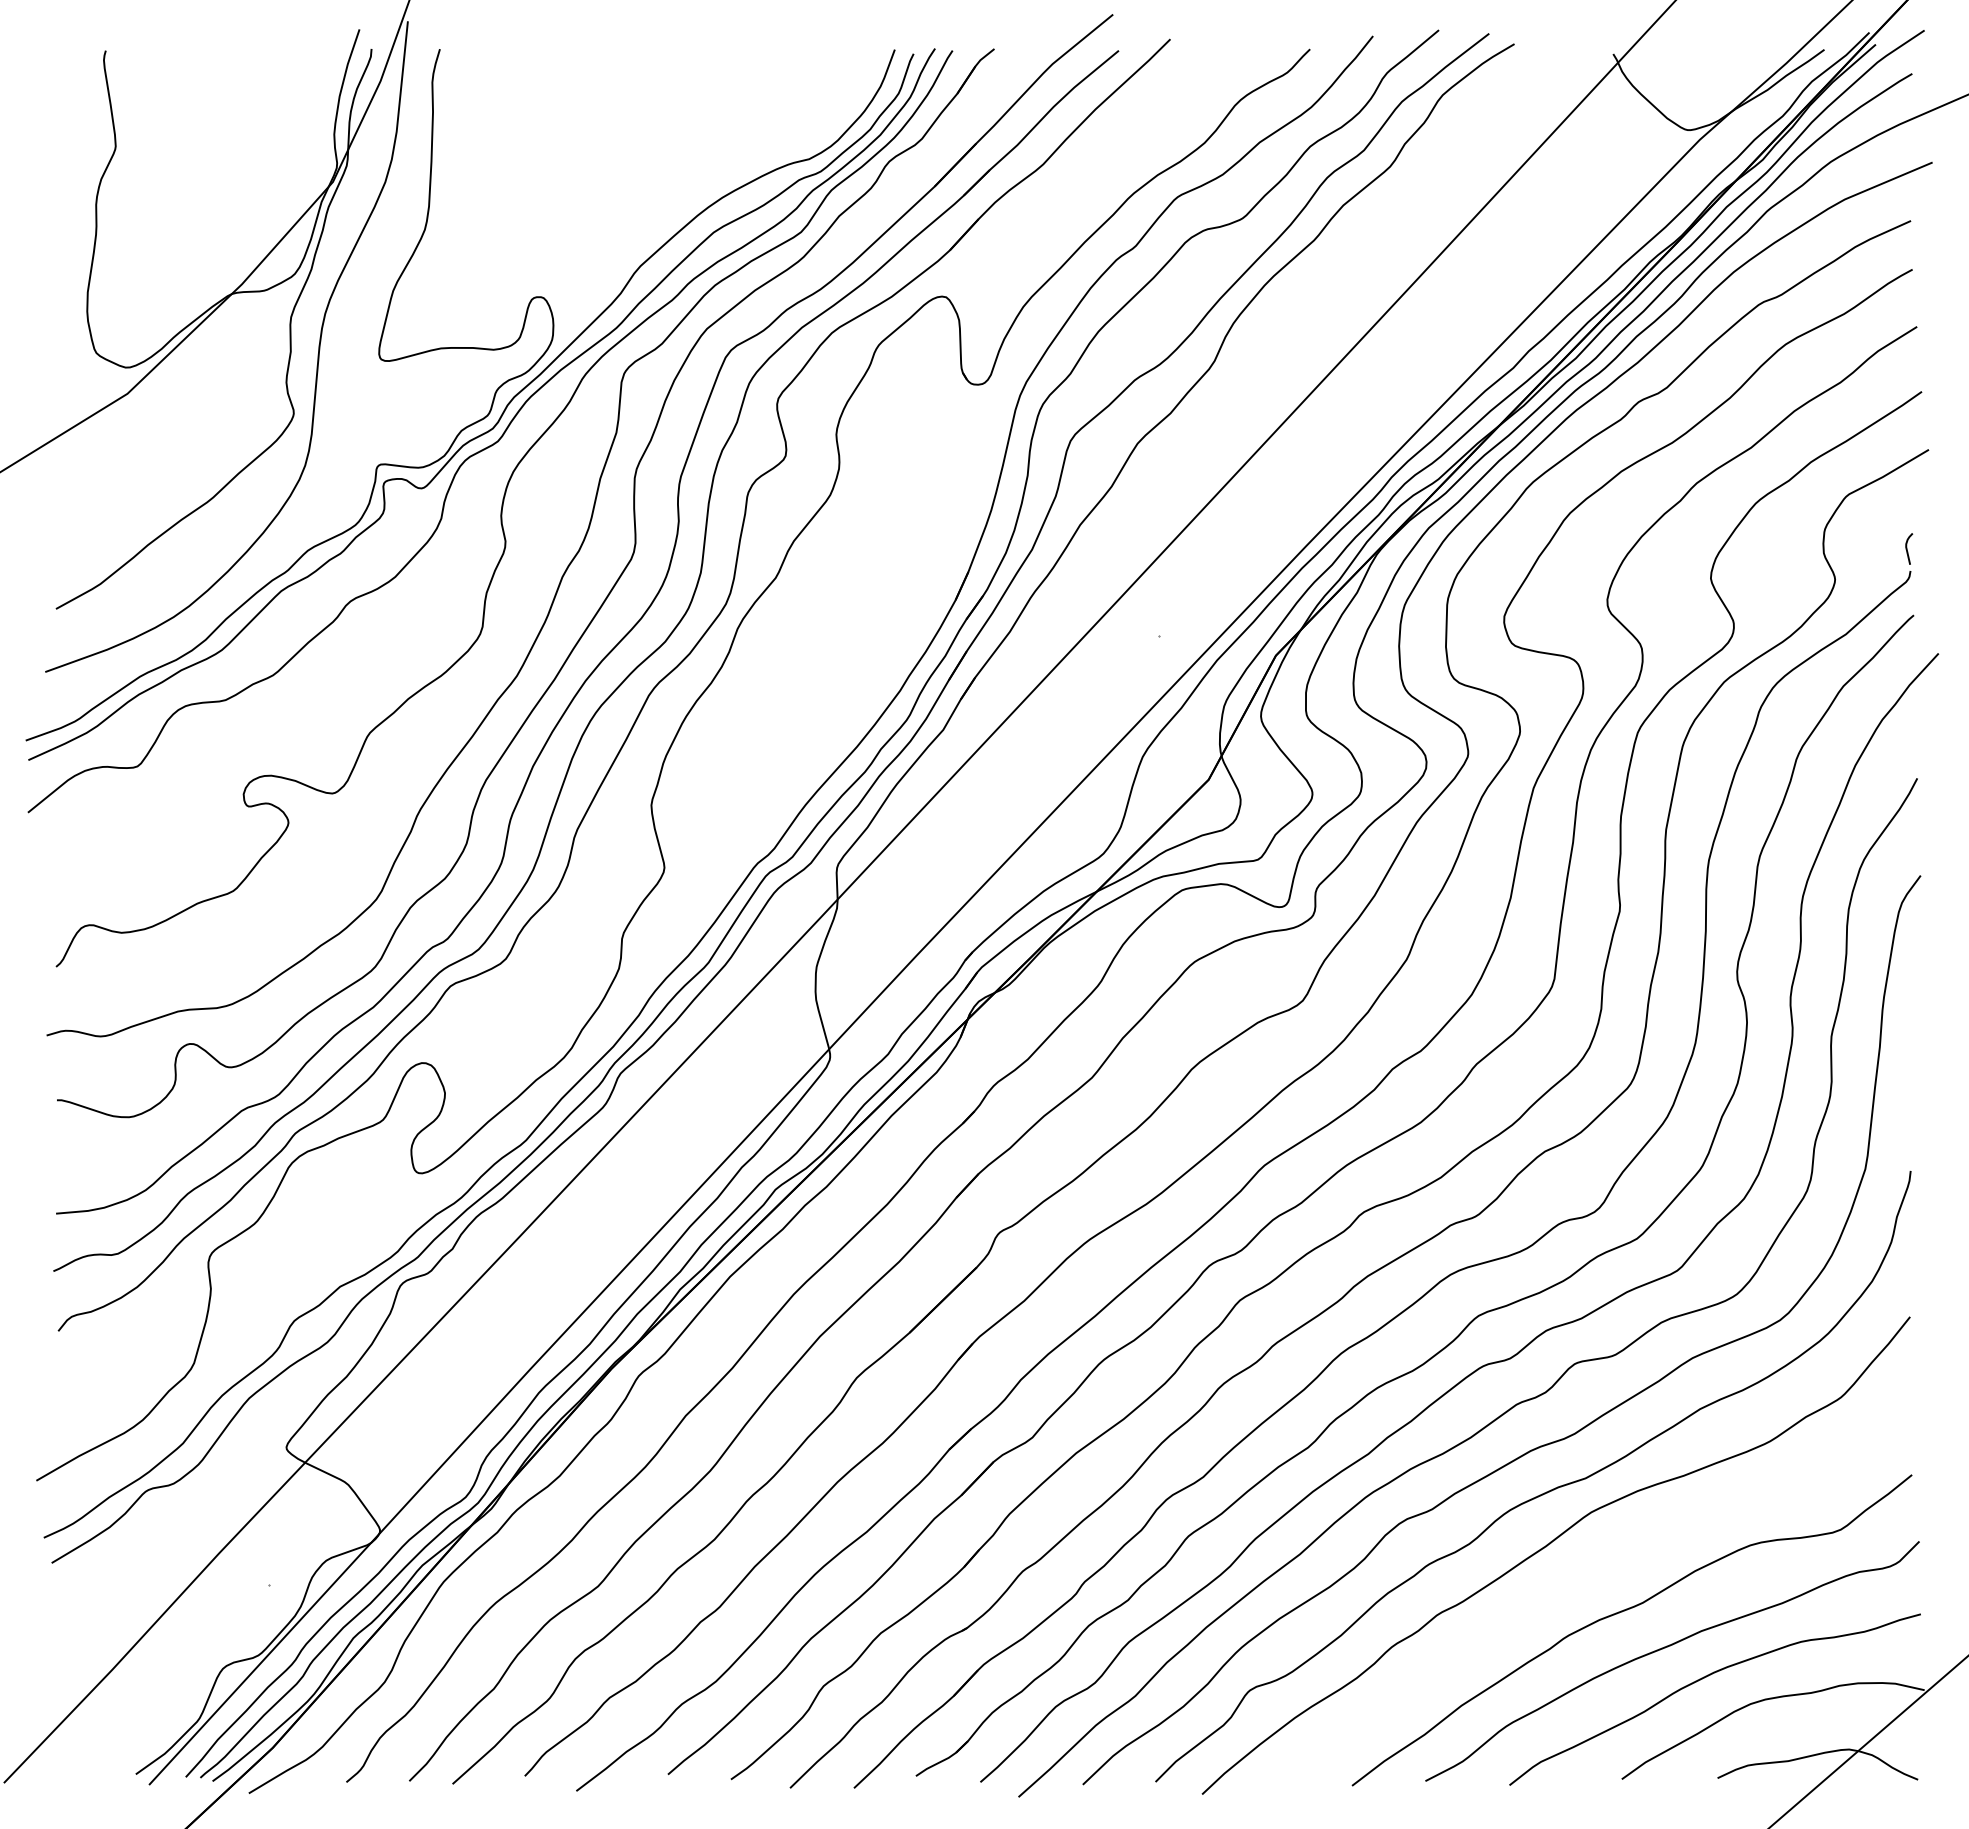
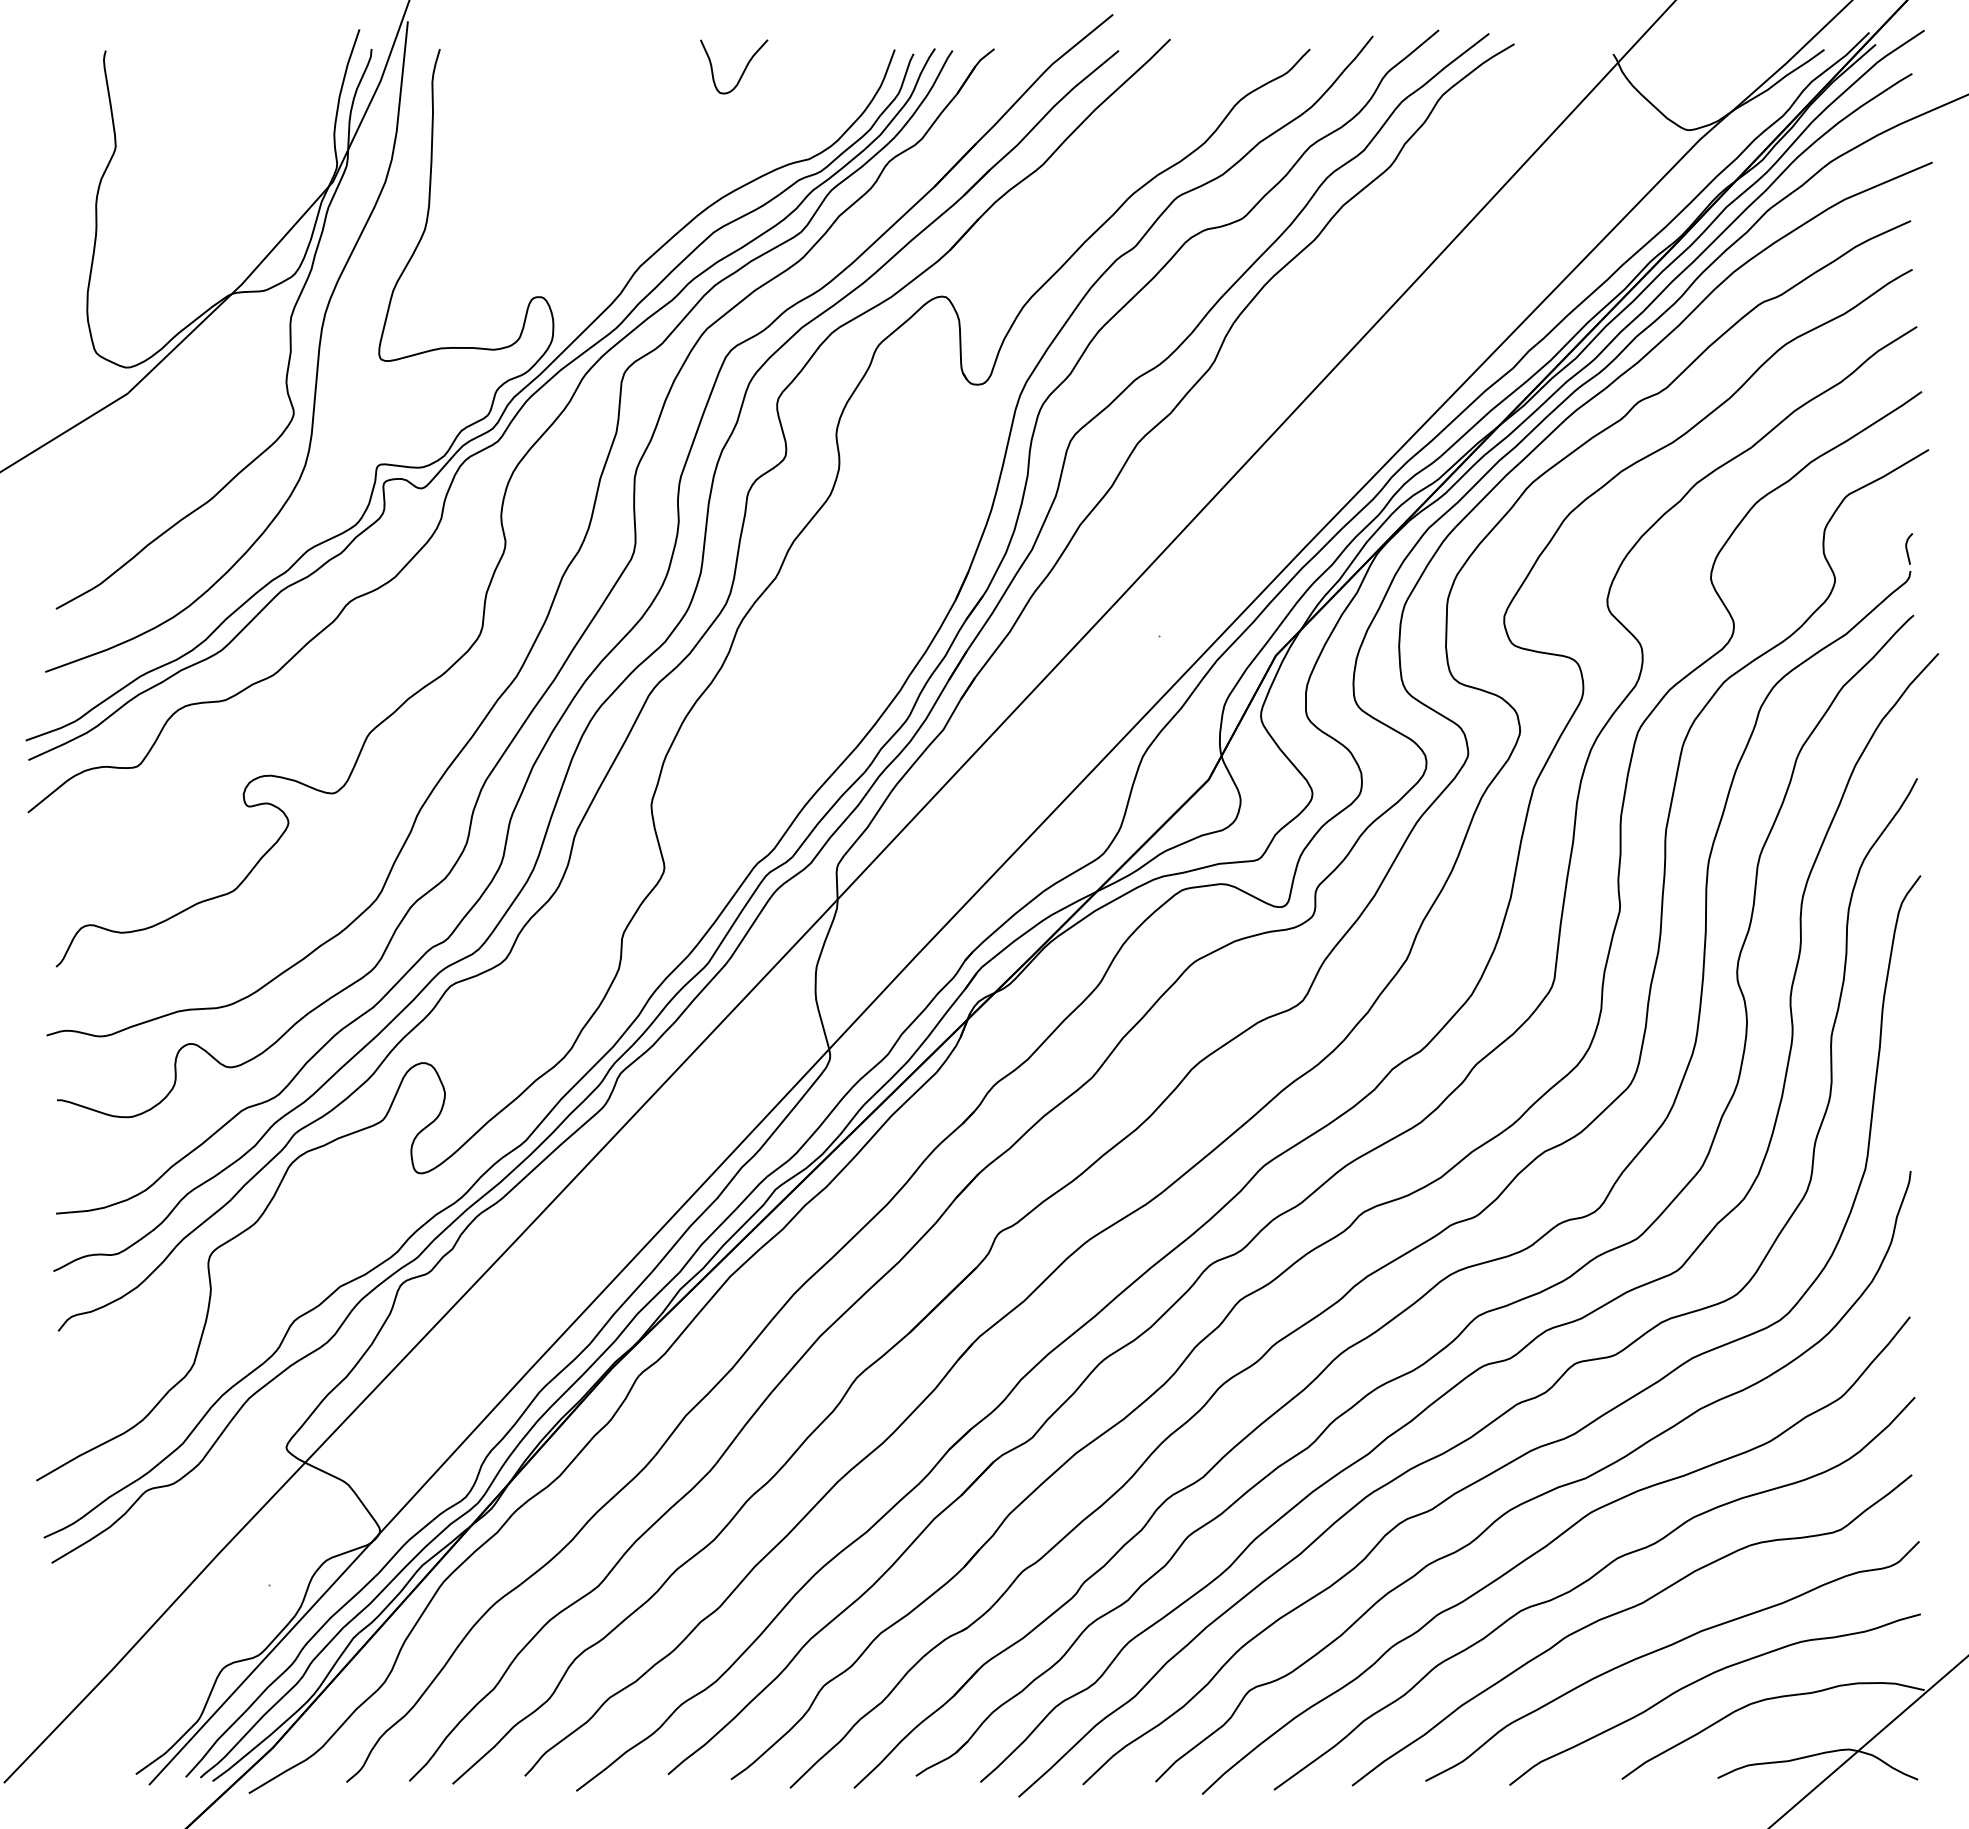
curve at (743, 70): none -> present
curve at (1586, 1582): none -> present
